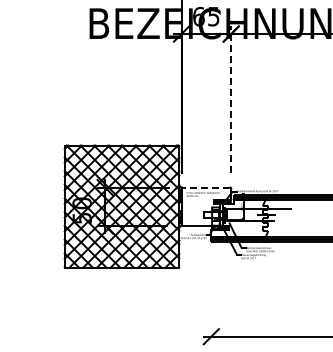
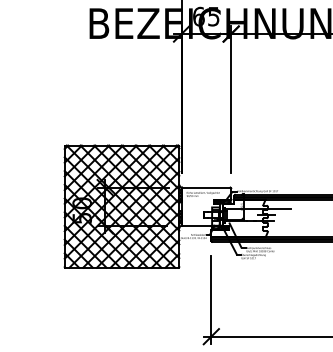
line at (231, 99): dashed -> solid
line at (205, 187): dashed -> solid
line at (211, 300): none -> present
